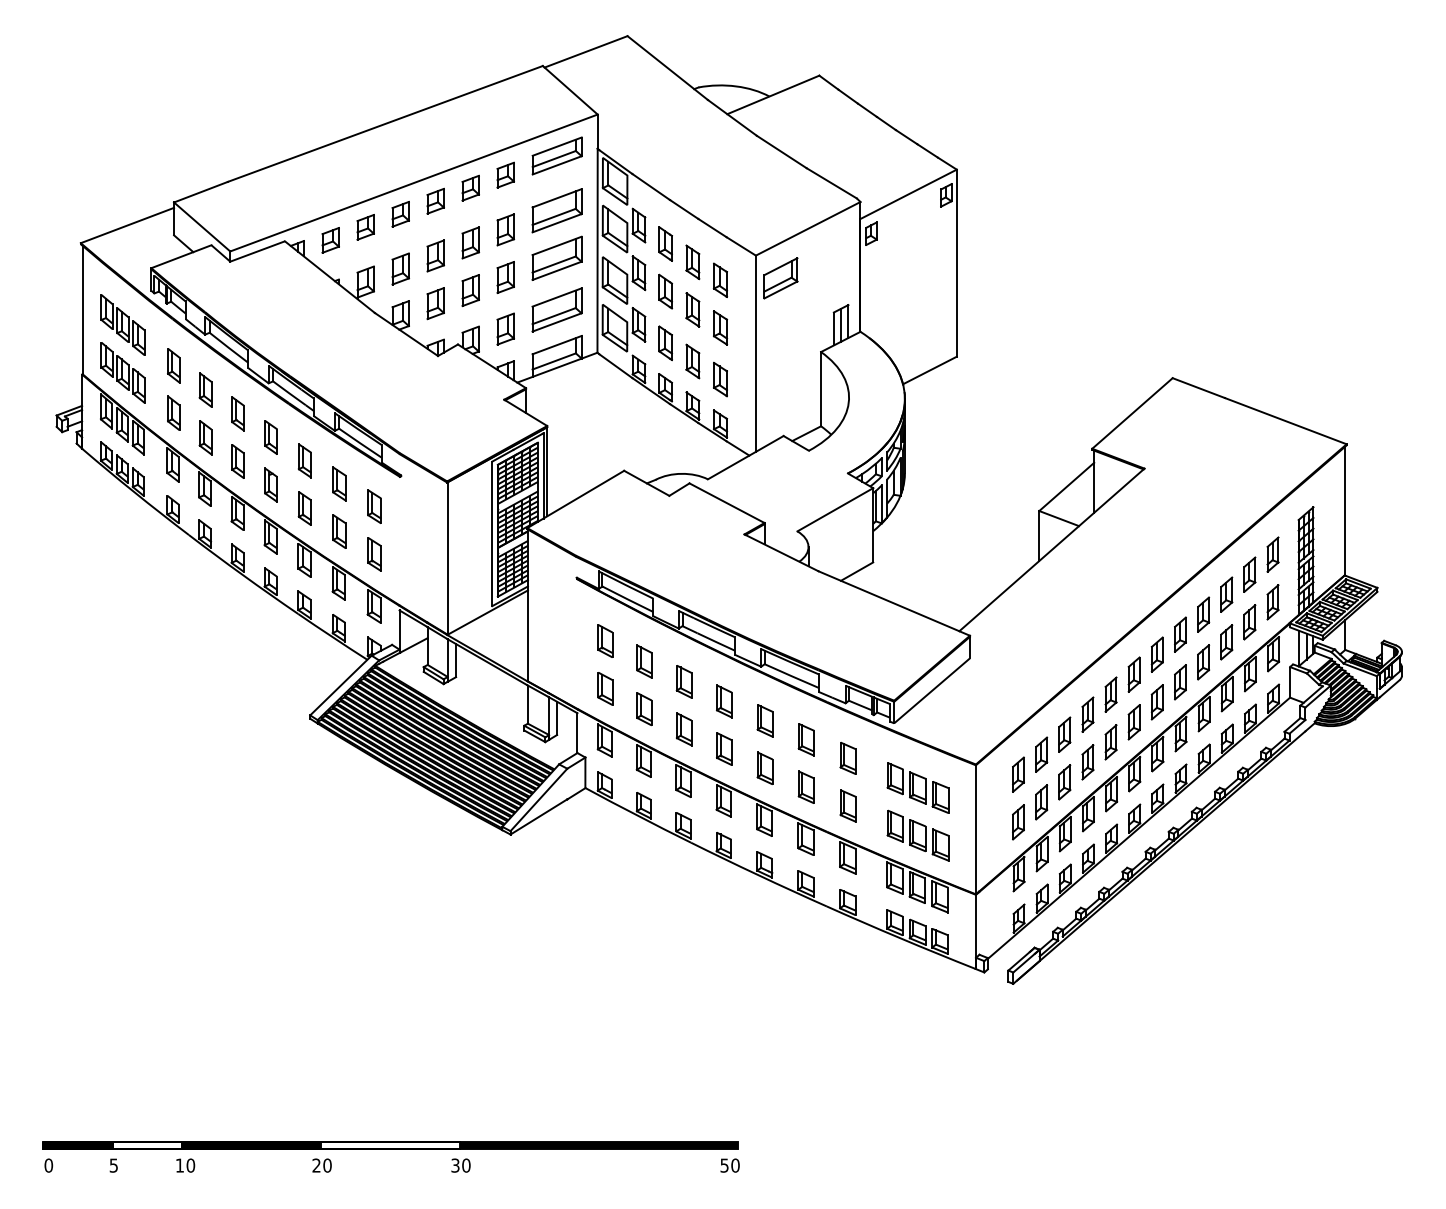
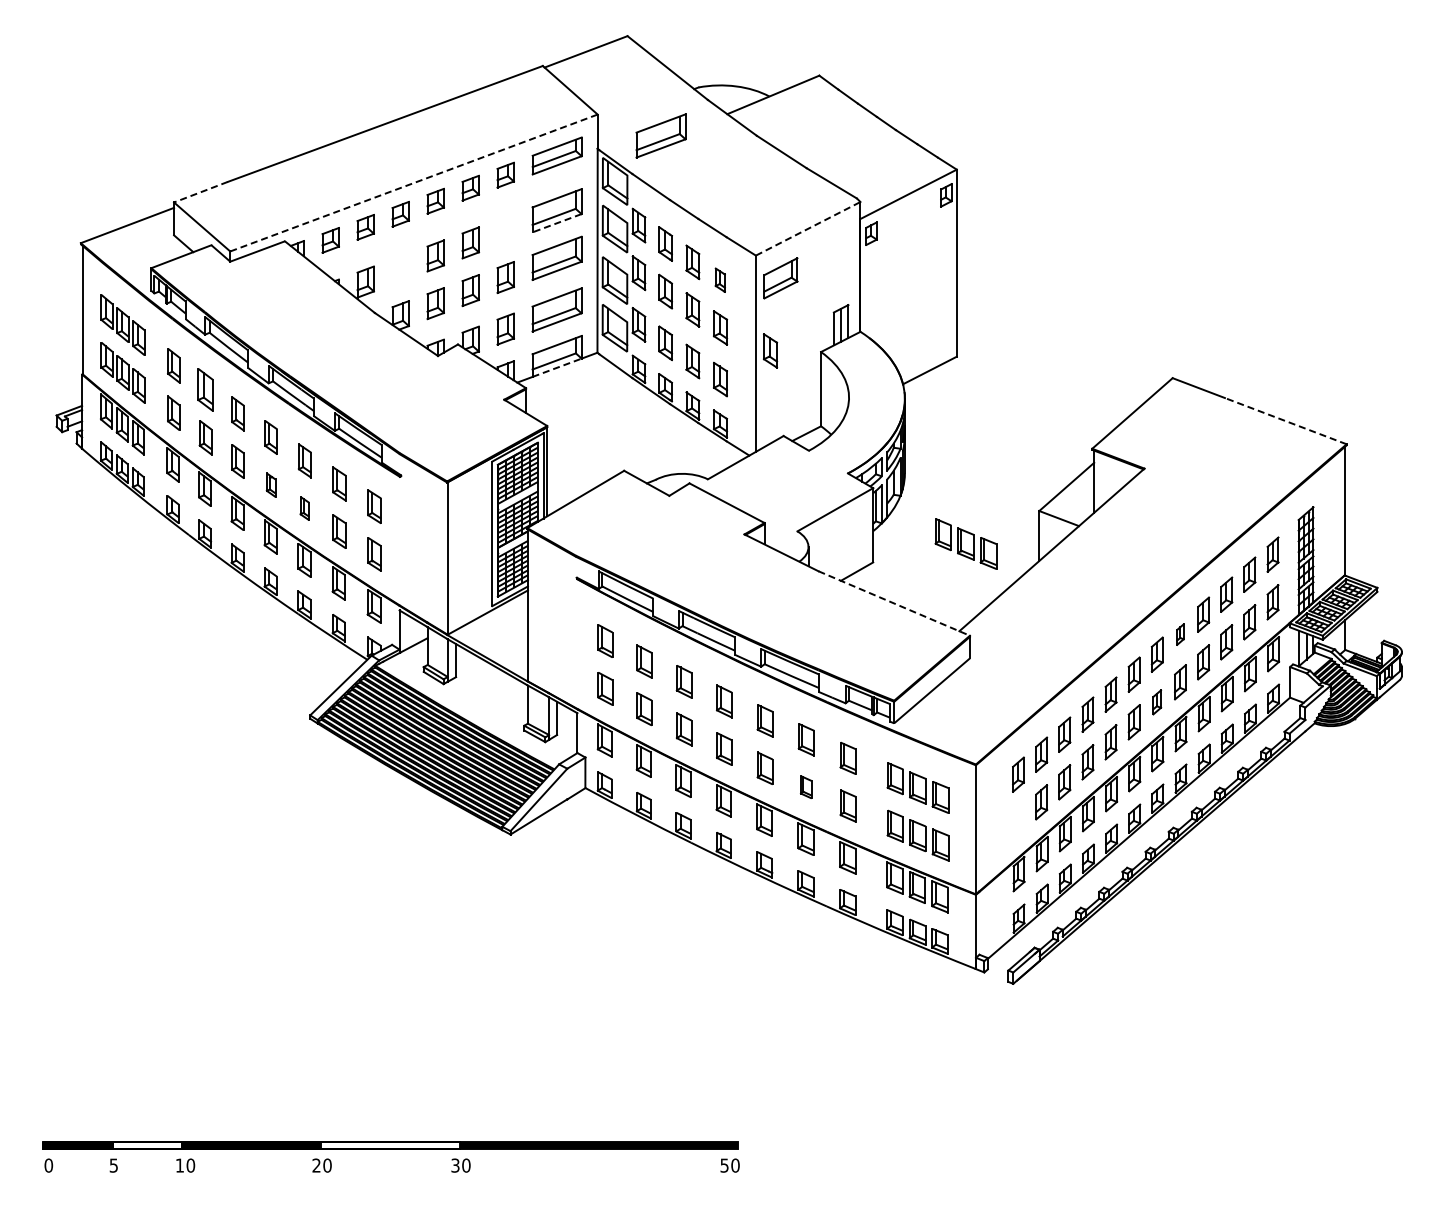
part at (660, 135): none -> present
line at (414, 182): solid -> dashed
line at (200, 192): solid -> dashed
line at (556, 223): solid -> dashed
line at (808, 228): solid -> dashed
part at (505, 229): present -> none
part at (400, 268): present -> none
part at (719, 279) size: 16x36 px -> 12x26 px
part at (770, 350): none -> present
line at (557, 367): solid -> dashed
part at (205, 389) size: 15x36 px -> 17x44 px
line at (1285, 420): solid -> dashed
part at (270, 484) size: 14x36 px -> 12x26 px
part at (304, 508) size: 15x35 px -> 11x25 px
part at (965, 543): none -> present
line at (894, 603): solid -> dashed
part at (1180, 634) size: 13x37 px -> 9x23 px
part at (1156, 702) size: 14x37 px -> 11x27 px
part at (805, 786) size: 18x34 px -> 14x24 px
part at (1018, 822): present -> none
